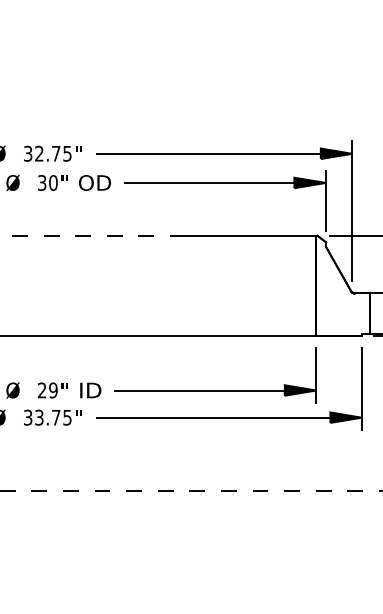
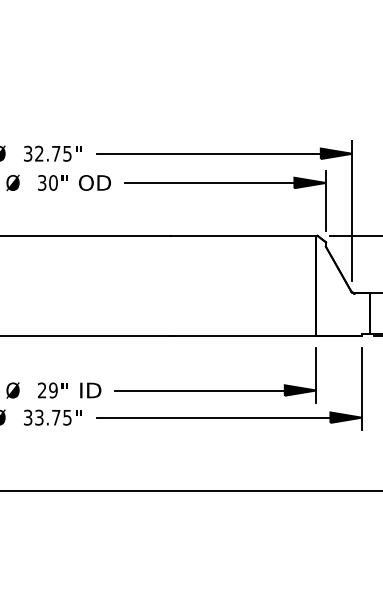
line at (86, 235): dashed -> solid
line at (191, 491): dashed -> solid
